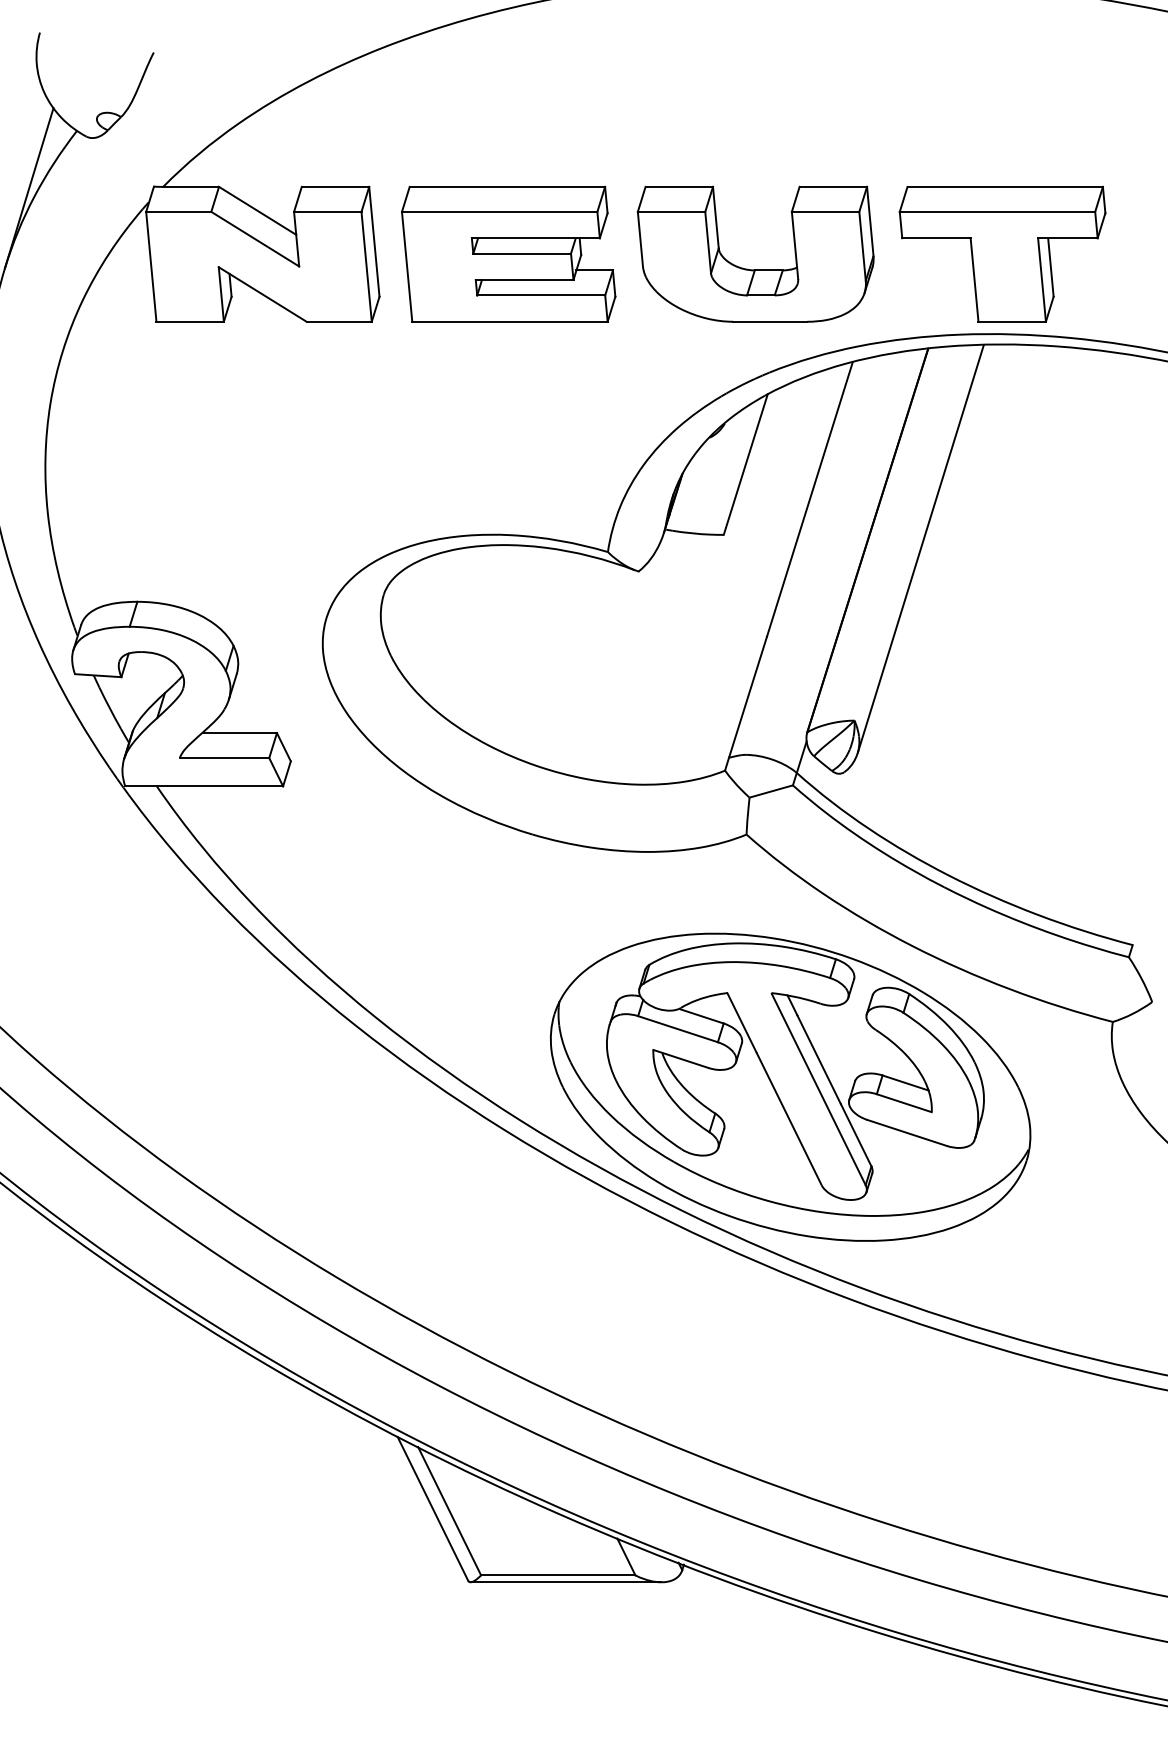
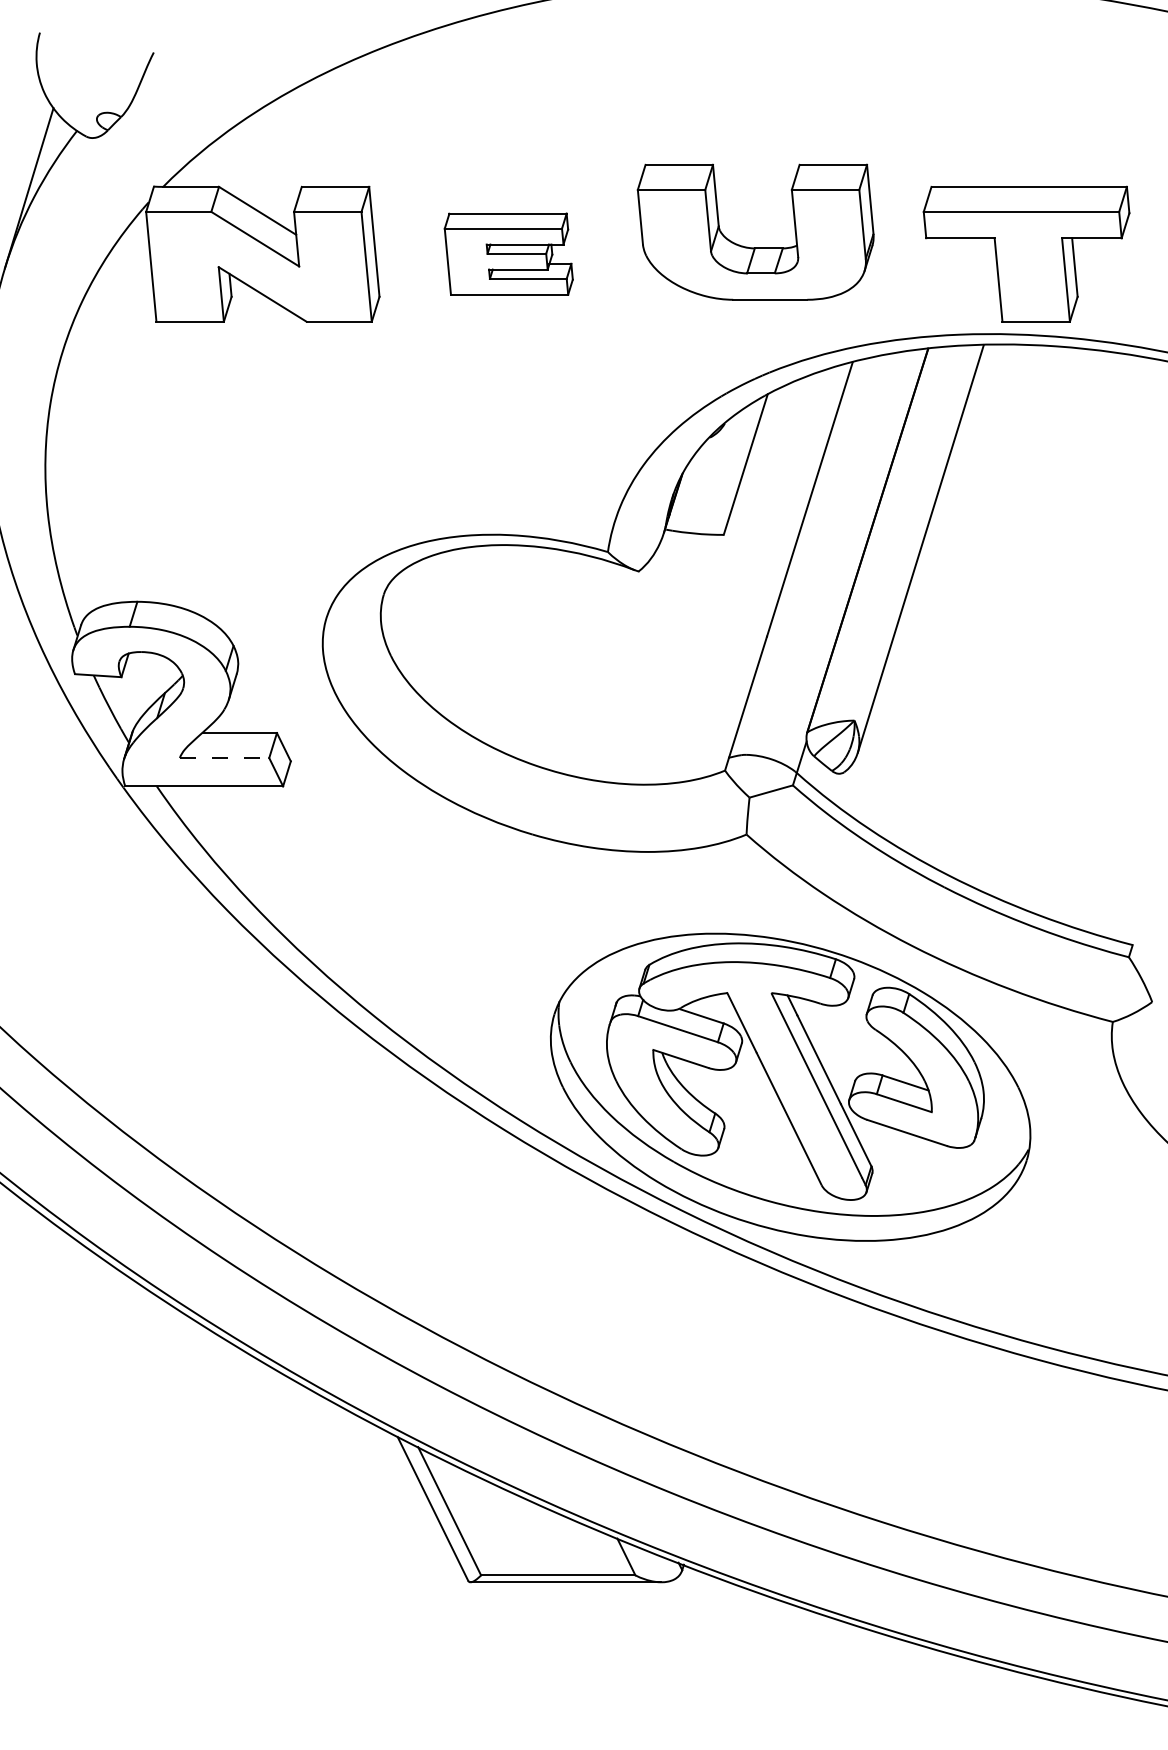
part at (508, 253) size: 216x138 px -> 131x84 px
part at (1002, 253) position: (1002, 253) -> (1026, 253)
part at (755, 269) position: (755, 269) -> (755, 247)
line at (224, 758): solid -> dashed
